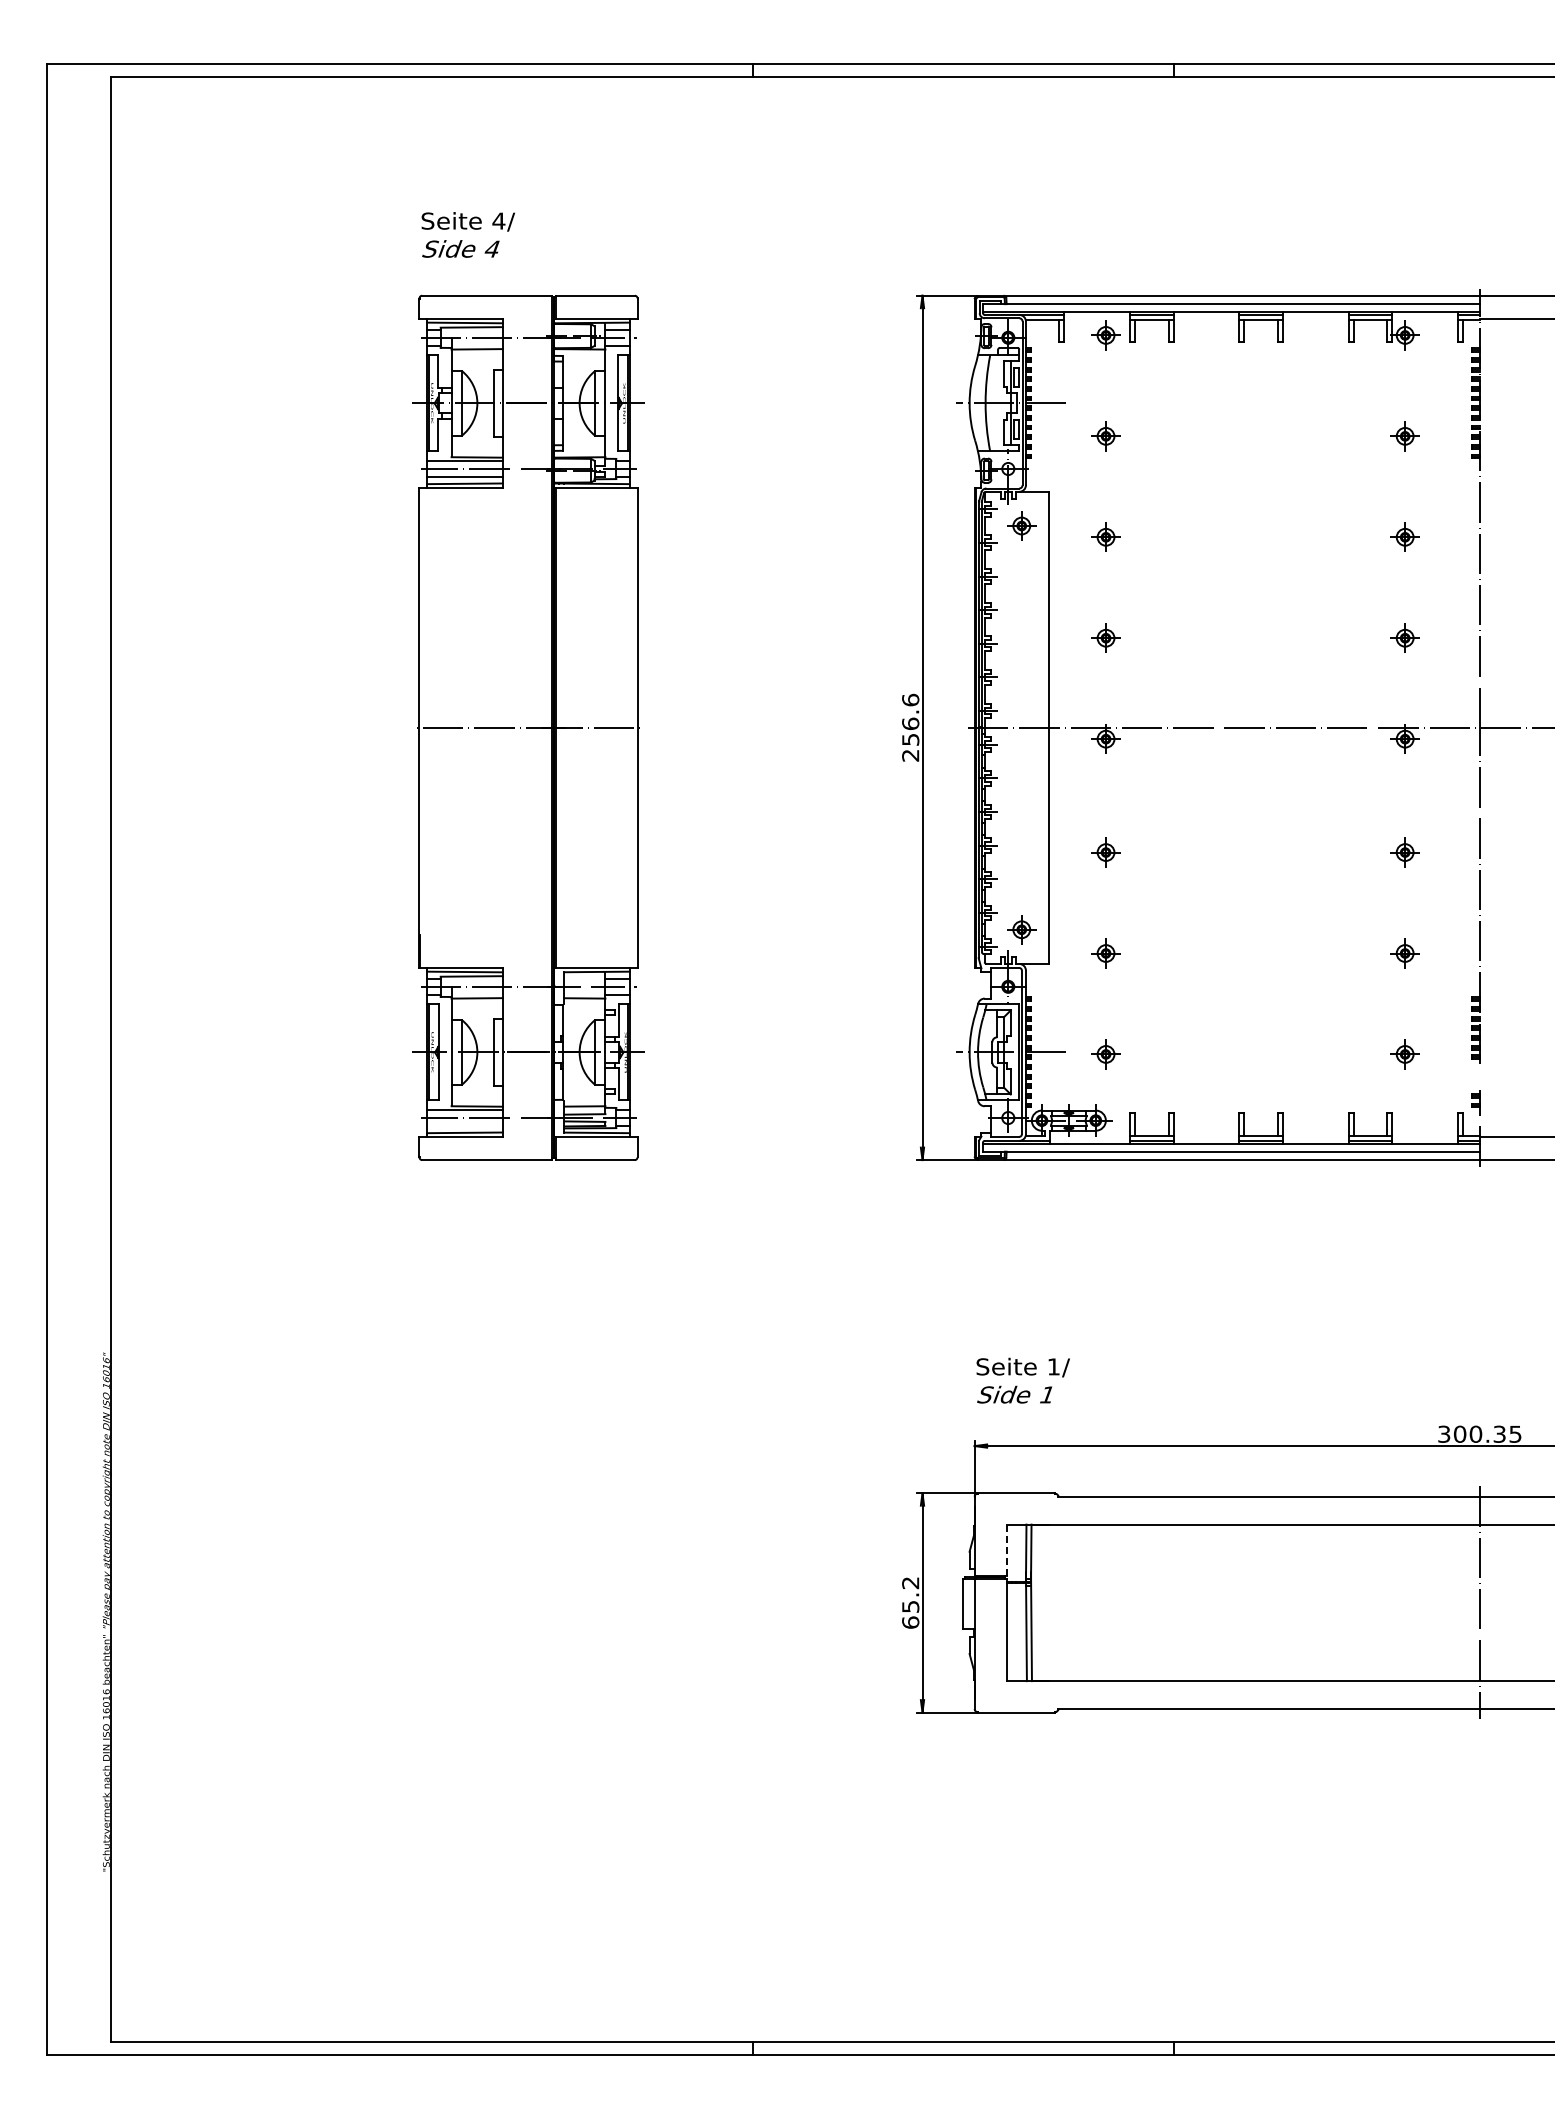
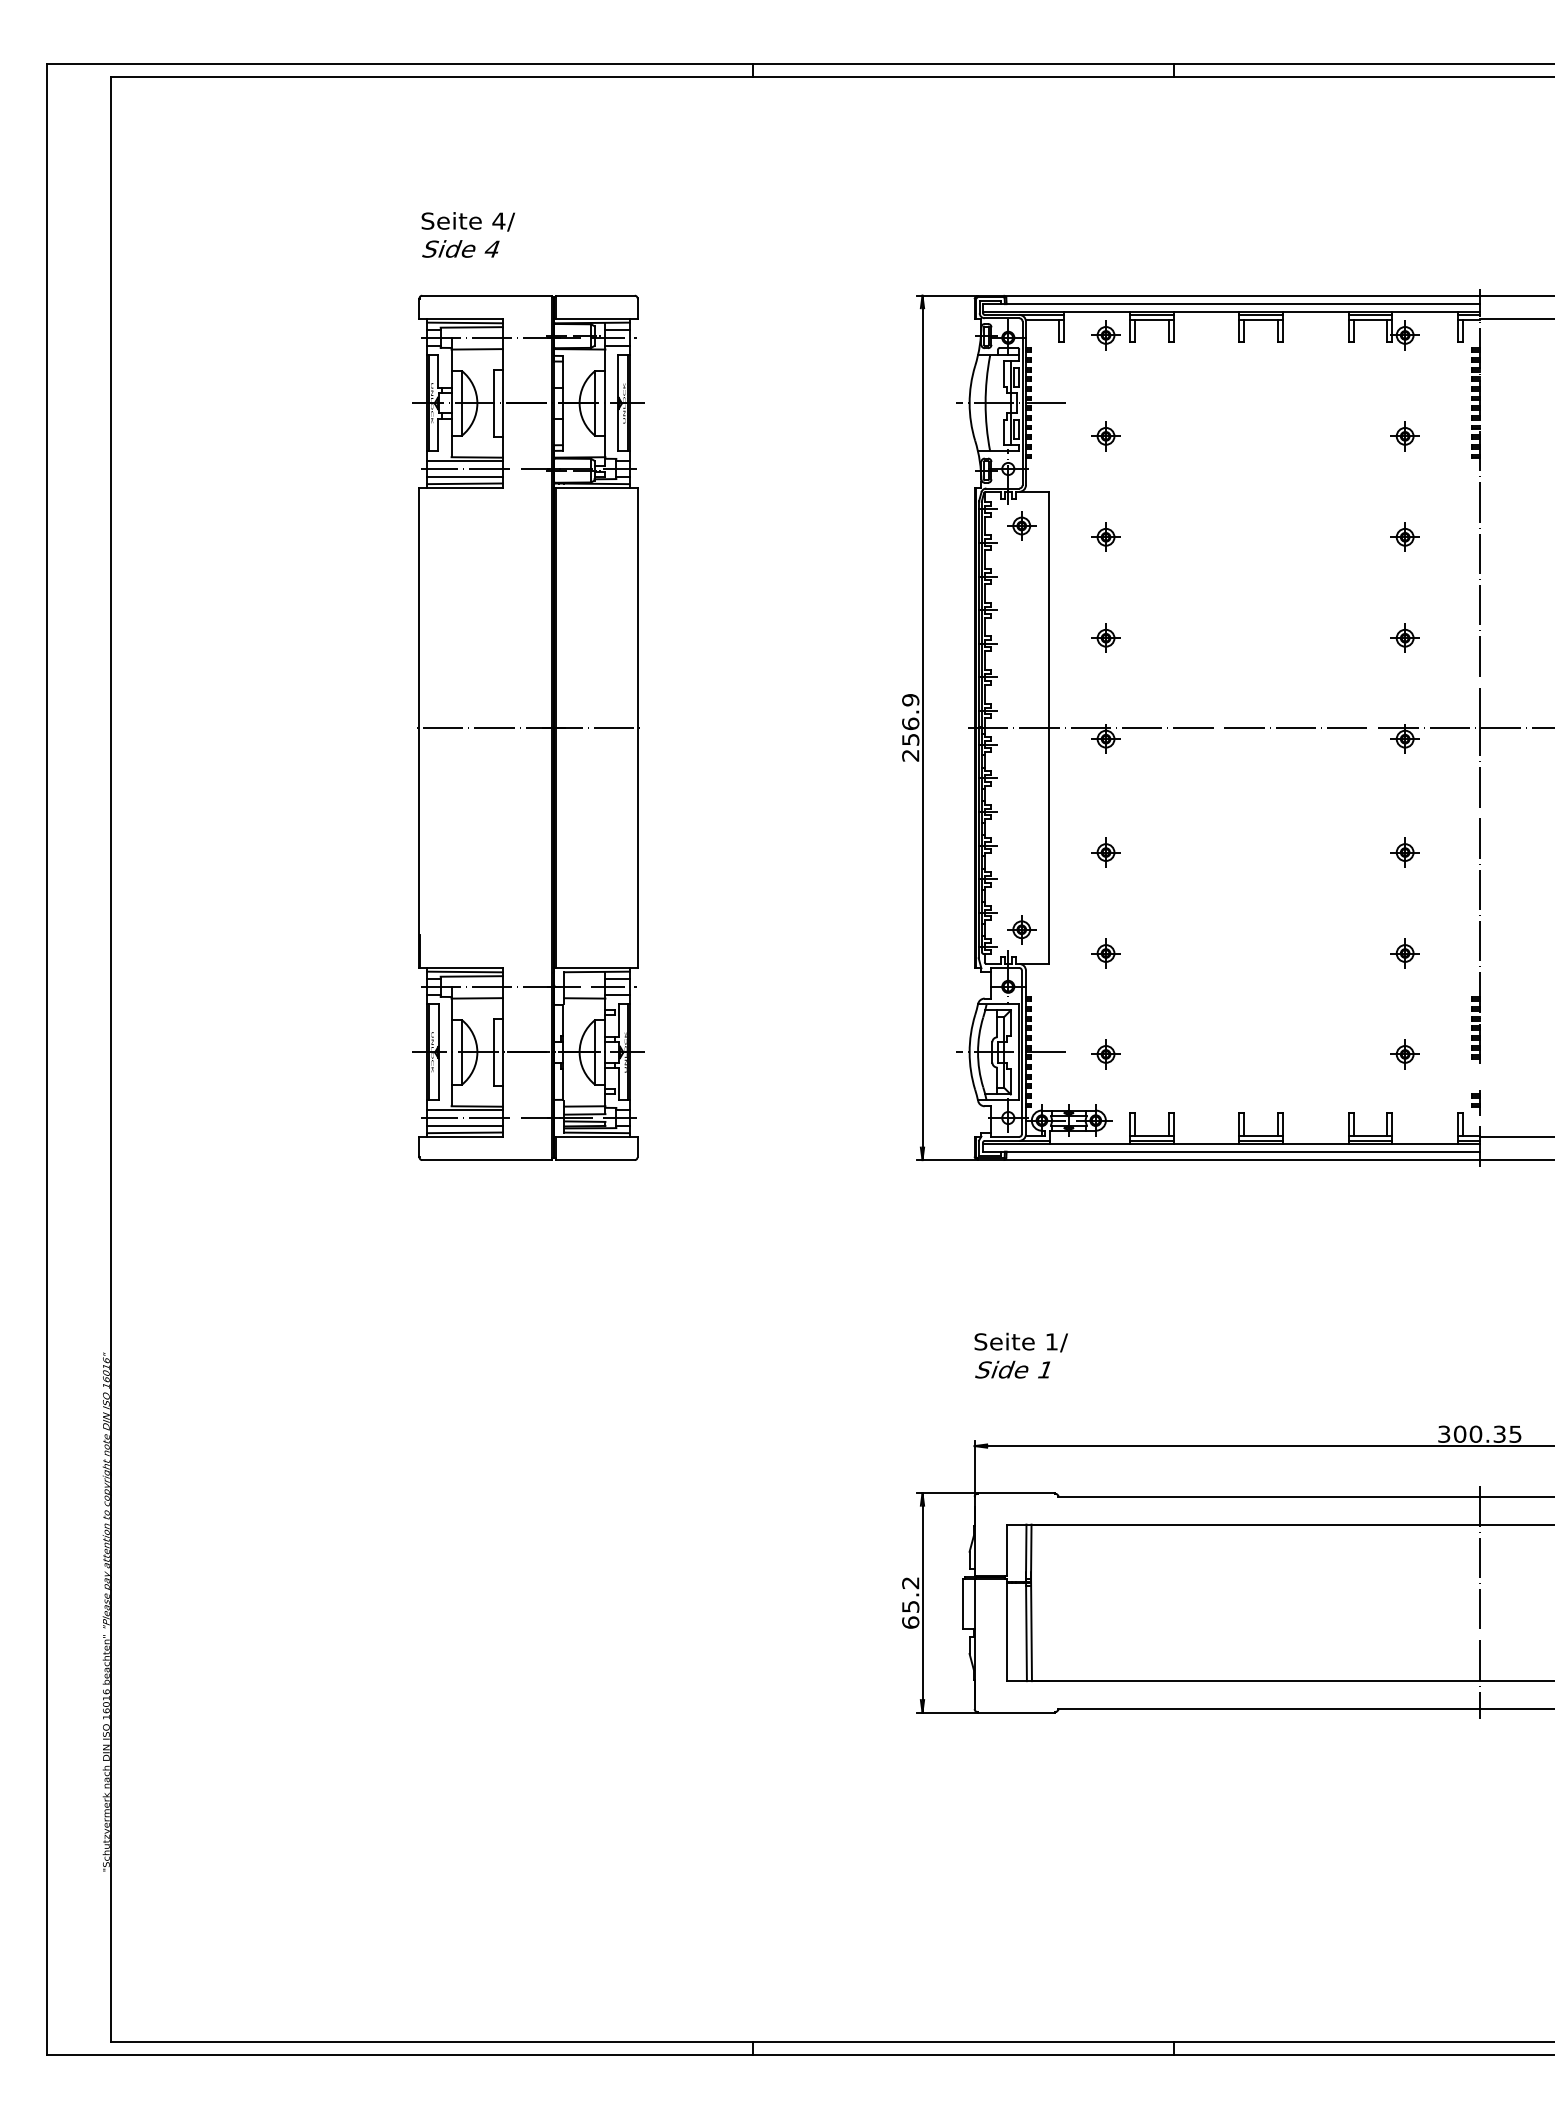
text at (910, 699): 256.6 -> 256.9
line at (464, 1125): none -> present
text at (1022, 1380) position: (1022, 1380) -> (1020, 1355)
line at (1006, 1550): dashed -> solid
